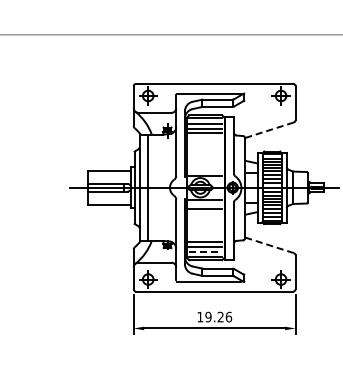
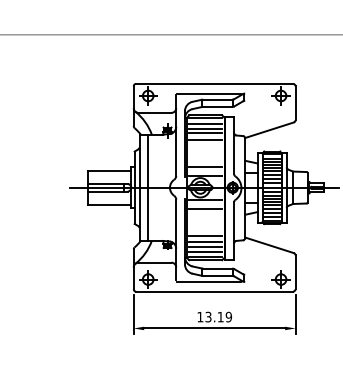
line at (269, 130): dashed -> solid
line at (205, 139): none -> present
line at (205, 166): none -> present
line at (205, 235): none -> present
line at (270, 245): dashed -> solid
line at (206, 251): dashed -> solid
text at (218, 316): 19.26 -> 13.19
